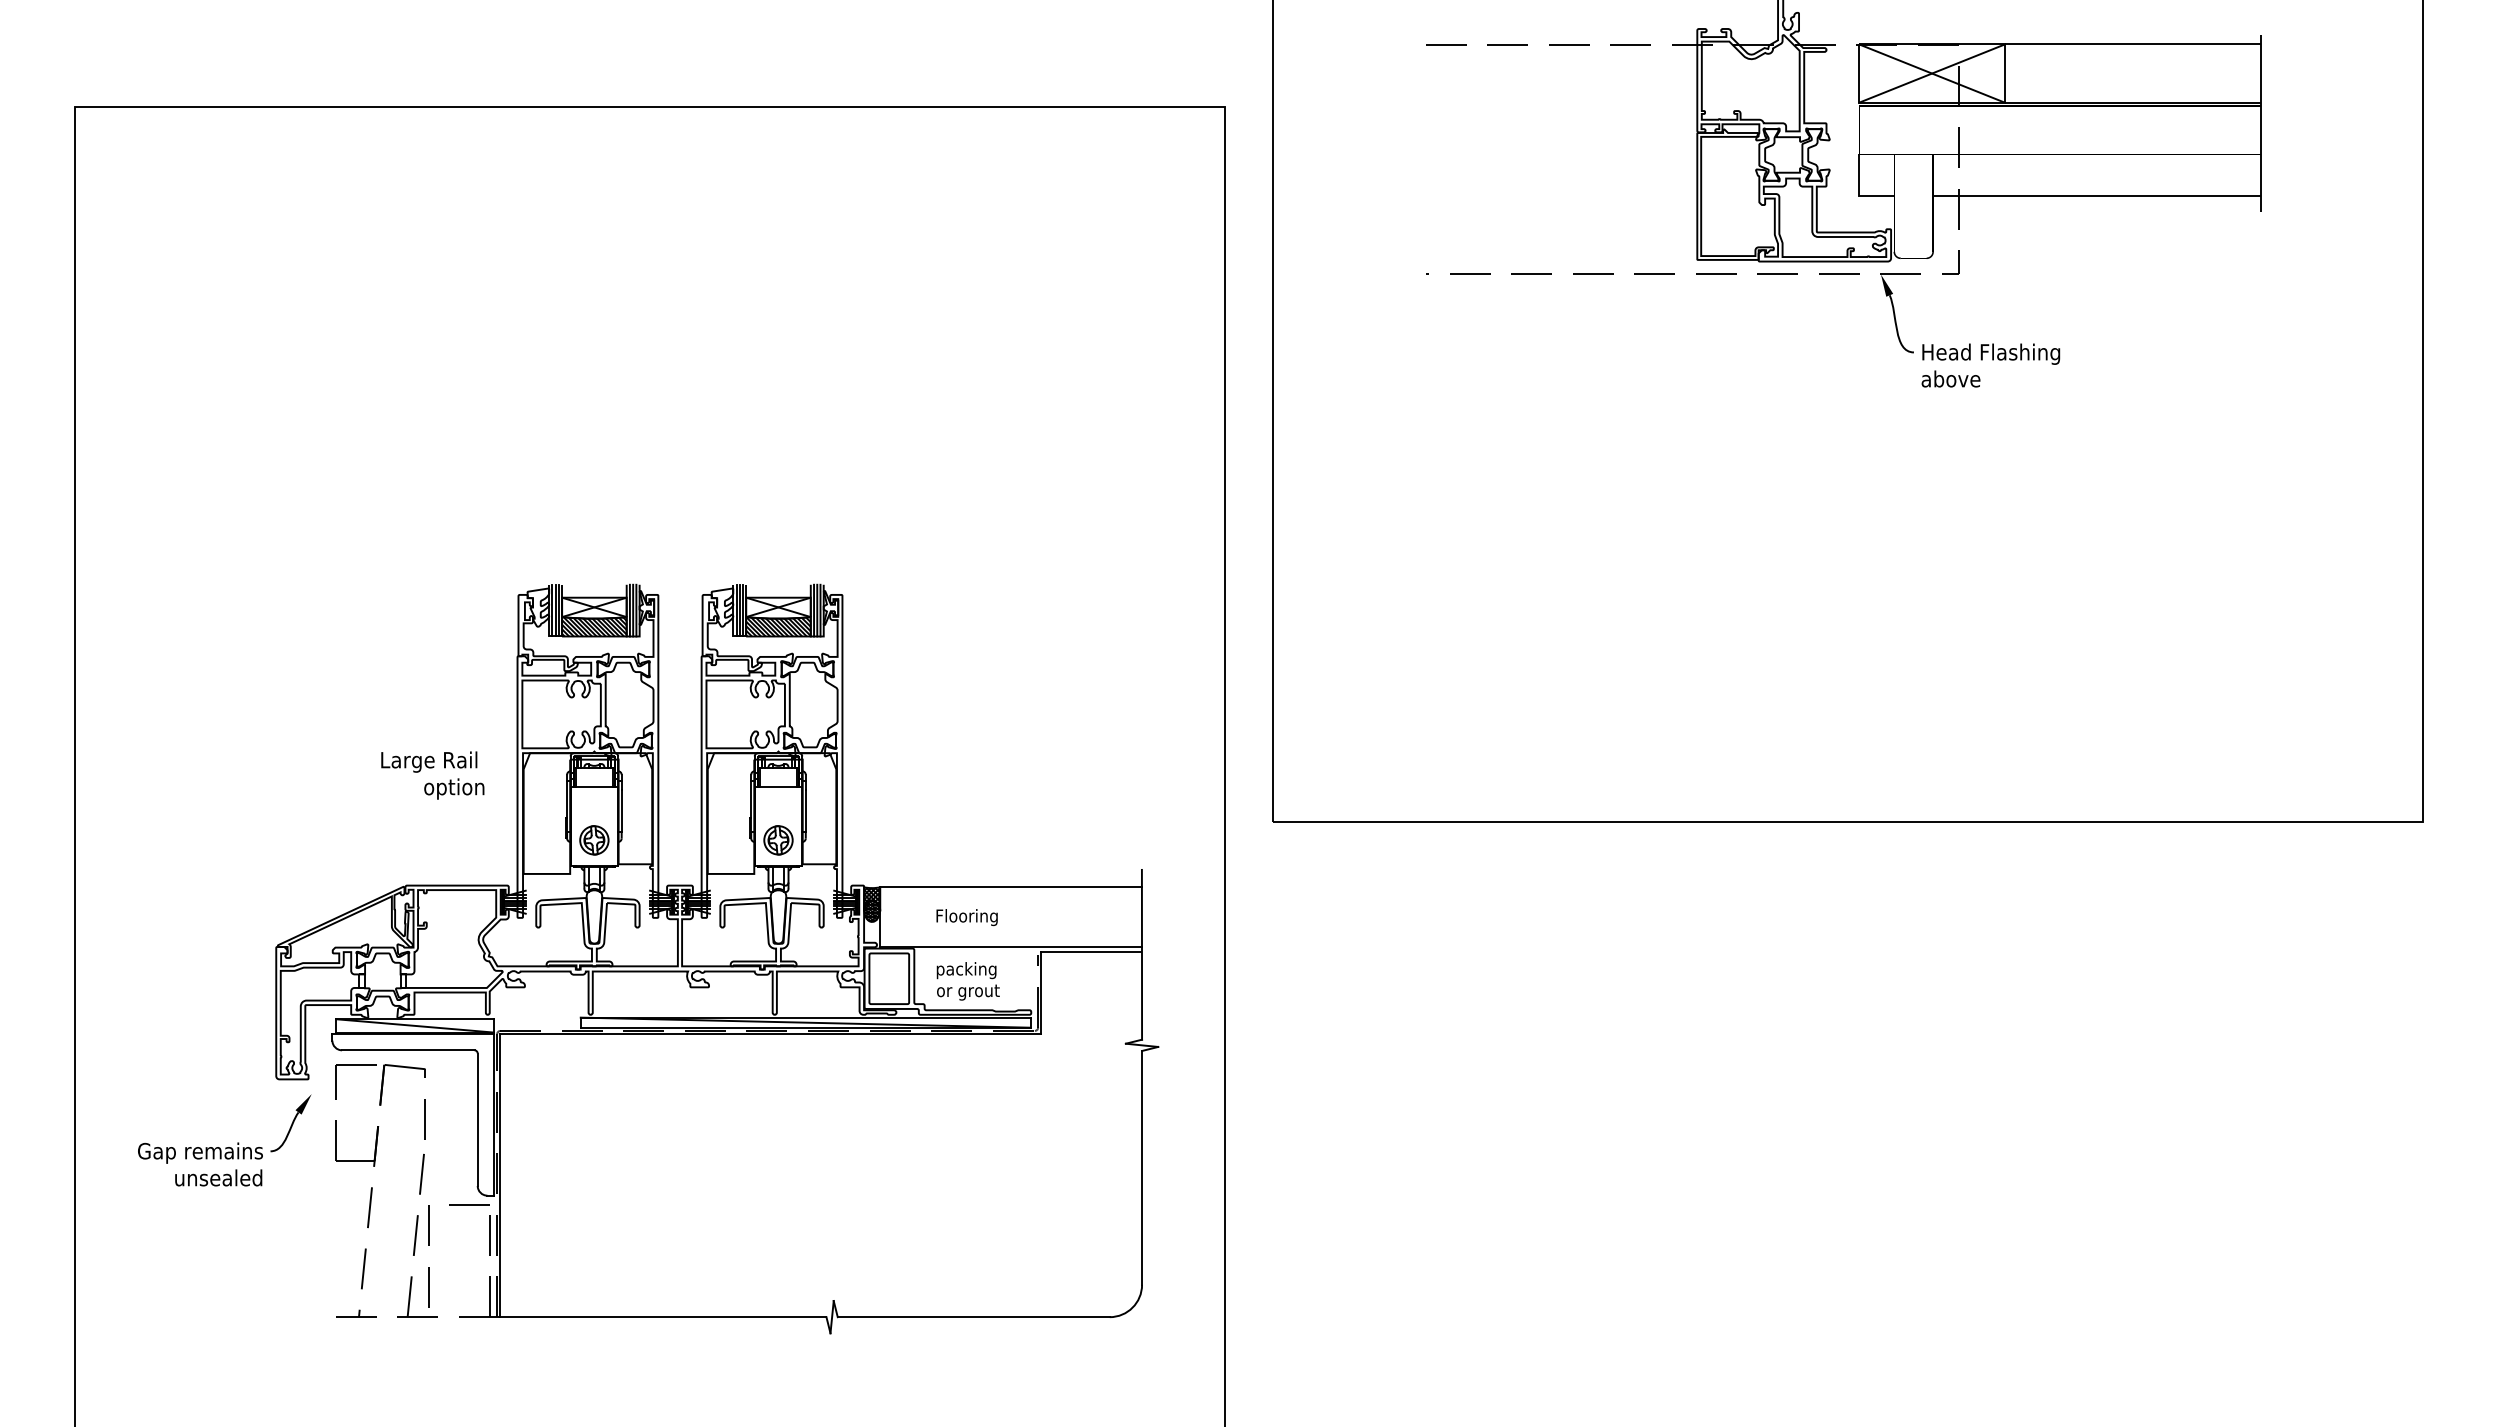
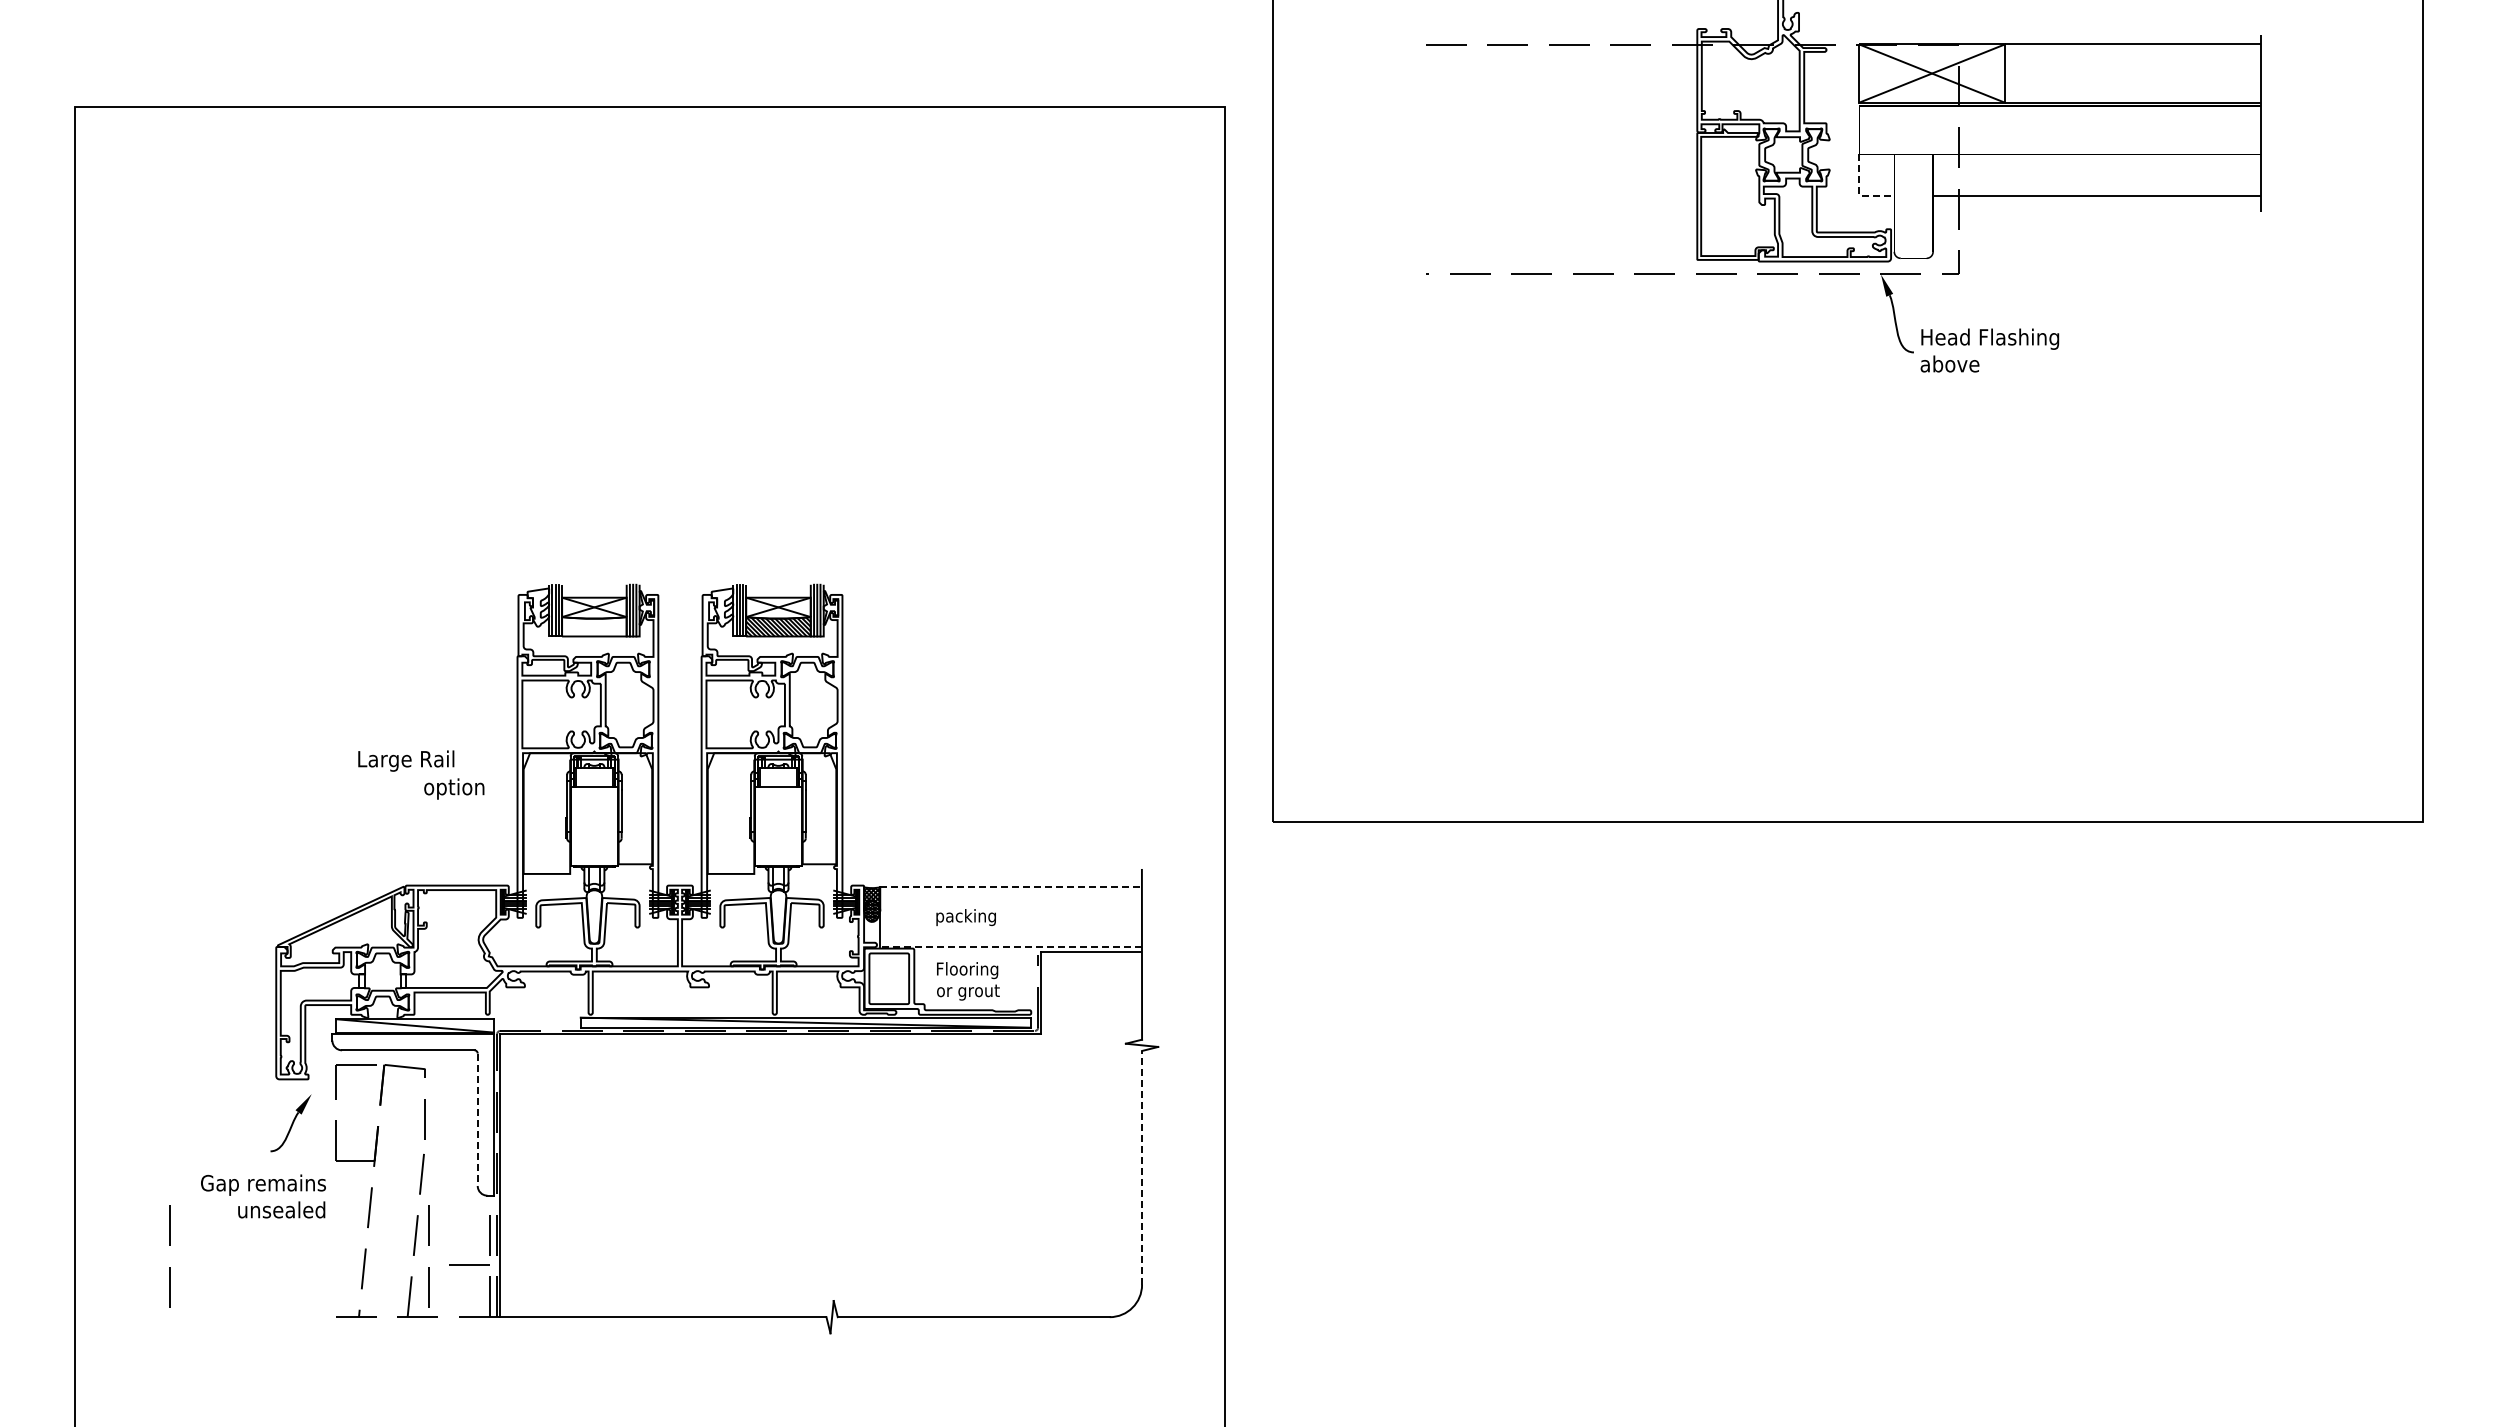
line at (1859, 192): solid -> dashed
text at (1990, 365) position: (1990, 365) -> (1989, 350)
hatch at (594, 626): present -> none
text at (429, 761) position: (429, 761) -> (406, 760)
part at (594, 840): present -> none
part at (778, 840): present -> none
line at (1011, 887): solid -> dashed
text at (966, 917): Flooring -> packing
line at (1011, 947): solid -> dashed
text at (967, 970): packing -> Flooring
line at (477, 1120): solid -> dashed
text at (200, 1164) position: (200, 1164) -> (263, 1196)
line at (1142, 1167): solid -> dashed
line at (469, 1204) position: (469, 1204) -> (469, 1264)
line at (169, 1245): none -> present
